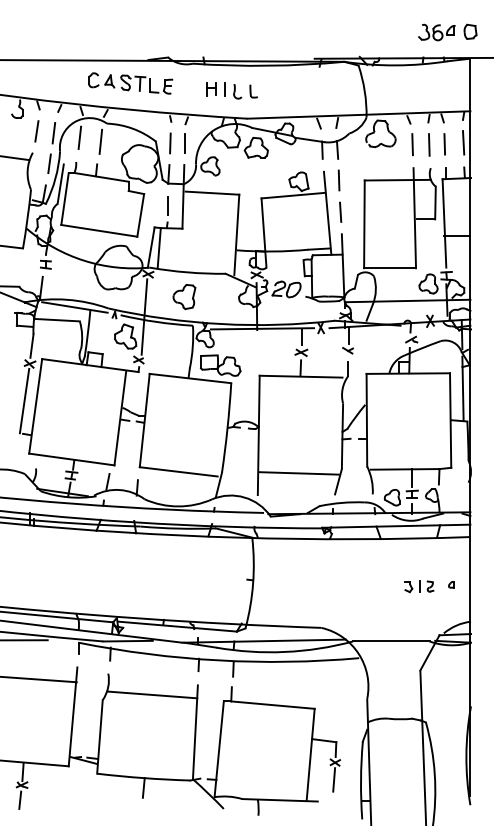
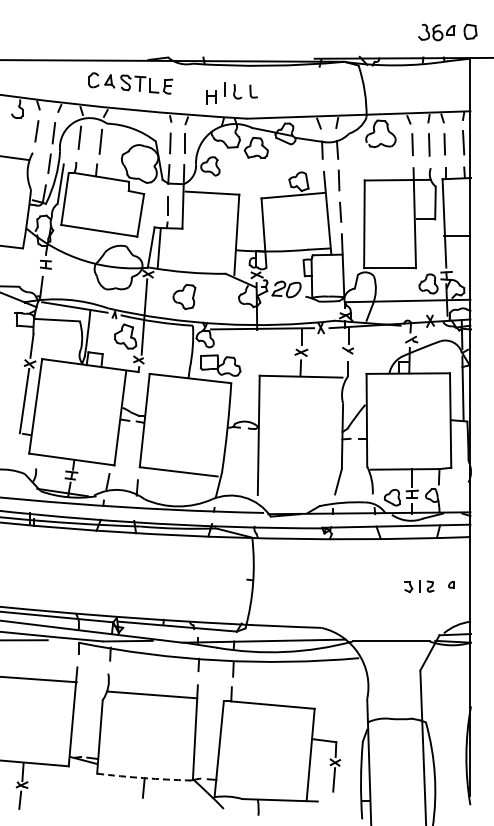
part at (211, 89) position: (211, 89) -> (211, 97)
line at (298, 473): present -> none
arc at (143, 778): solid -> dashed
